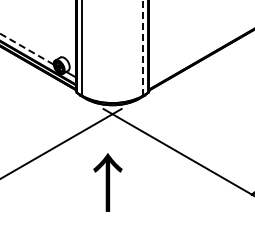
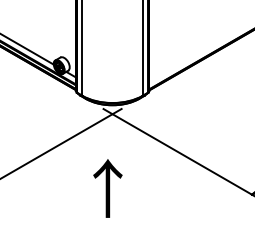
line at (142, 47): dashed -> solid
line at (26, 49): dashed -> solid
text at (107, 182) position: (107, 182) -> (107, 188)
